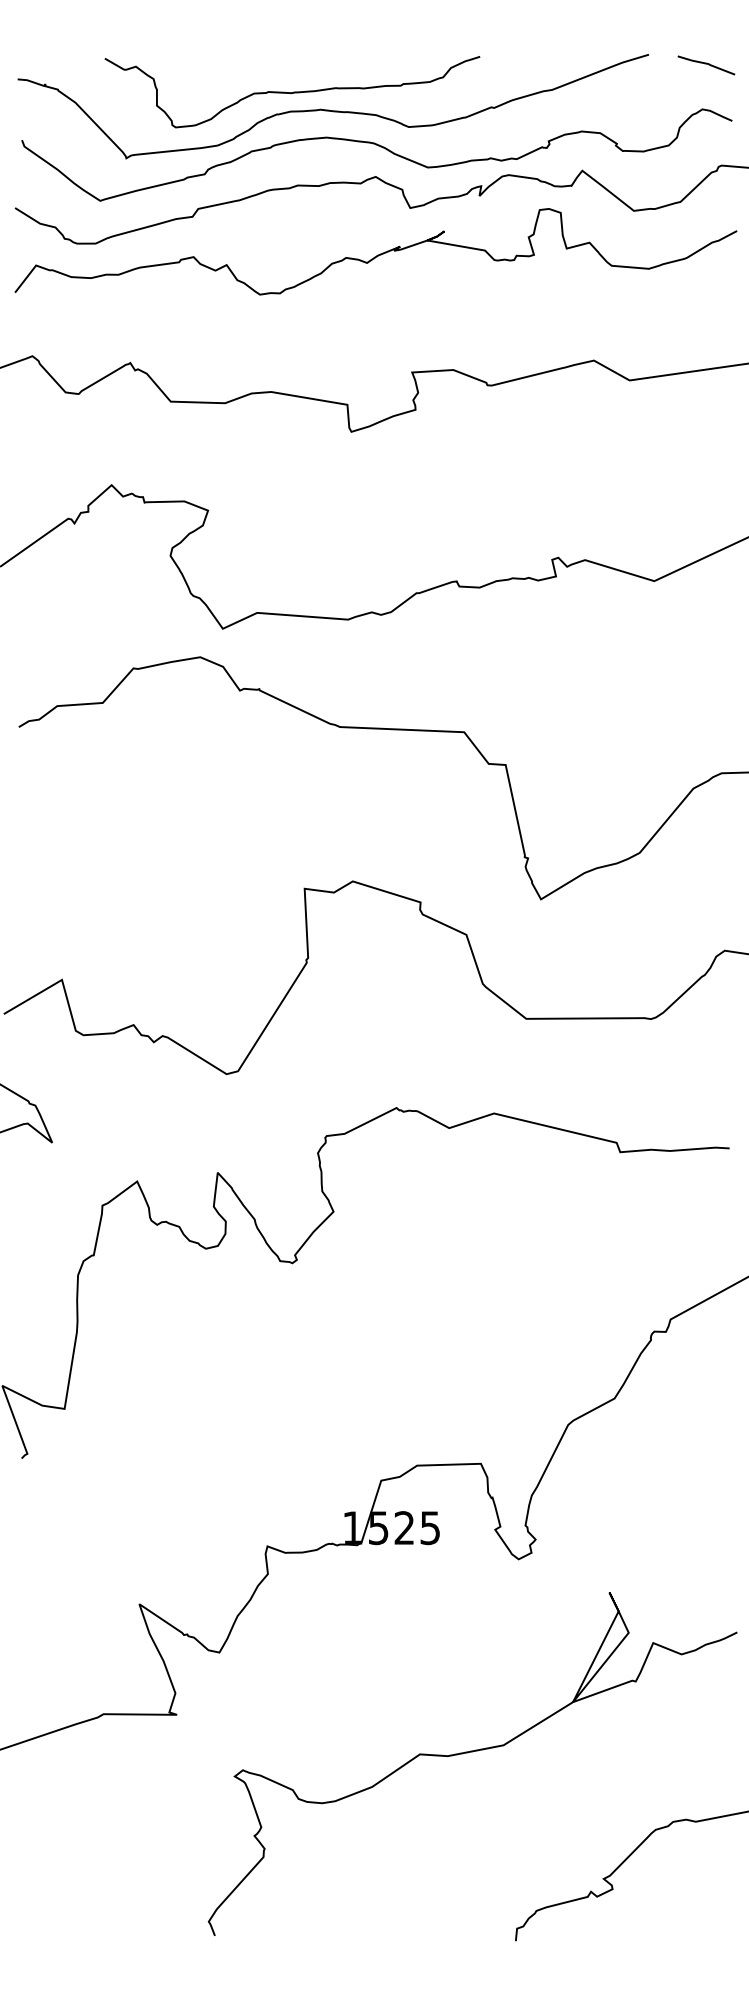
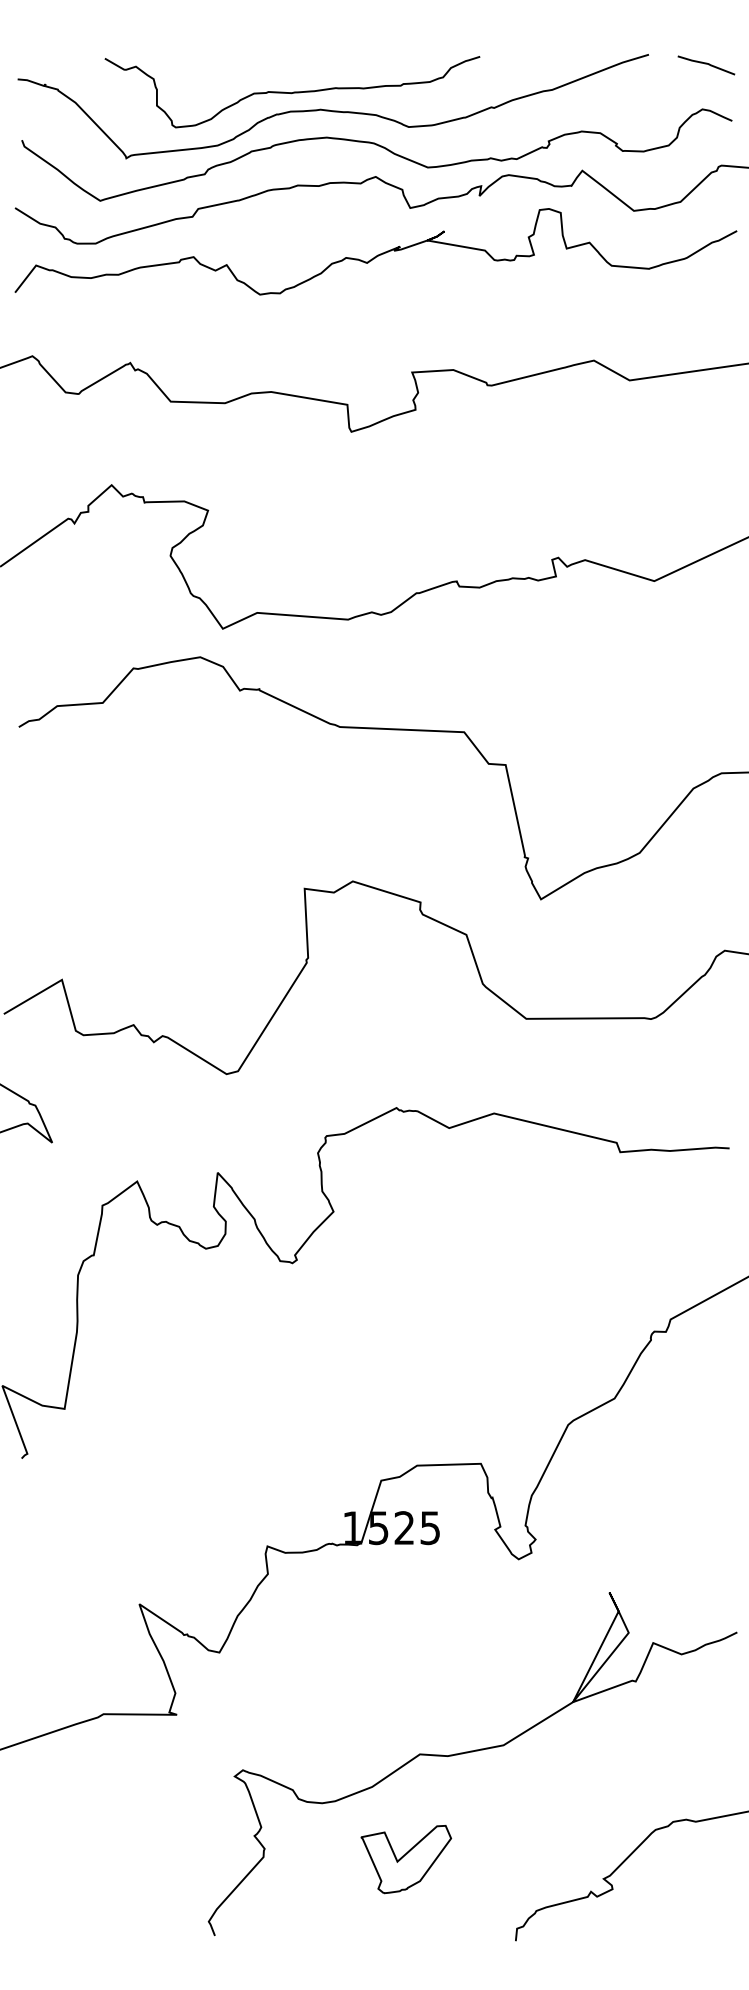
part at (406, 1859): none -> present
